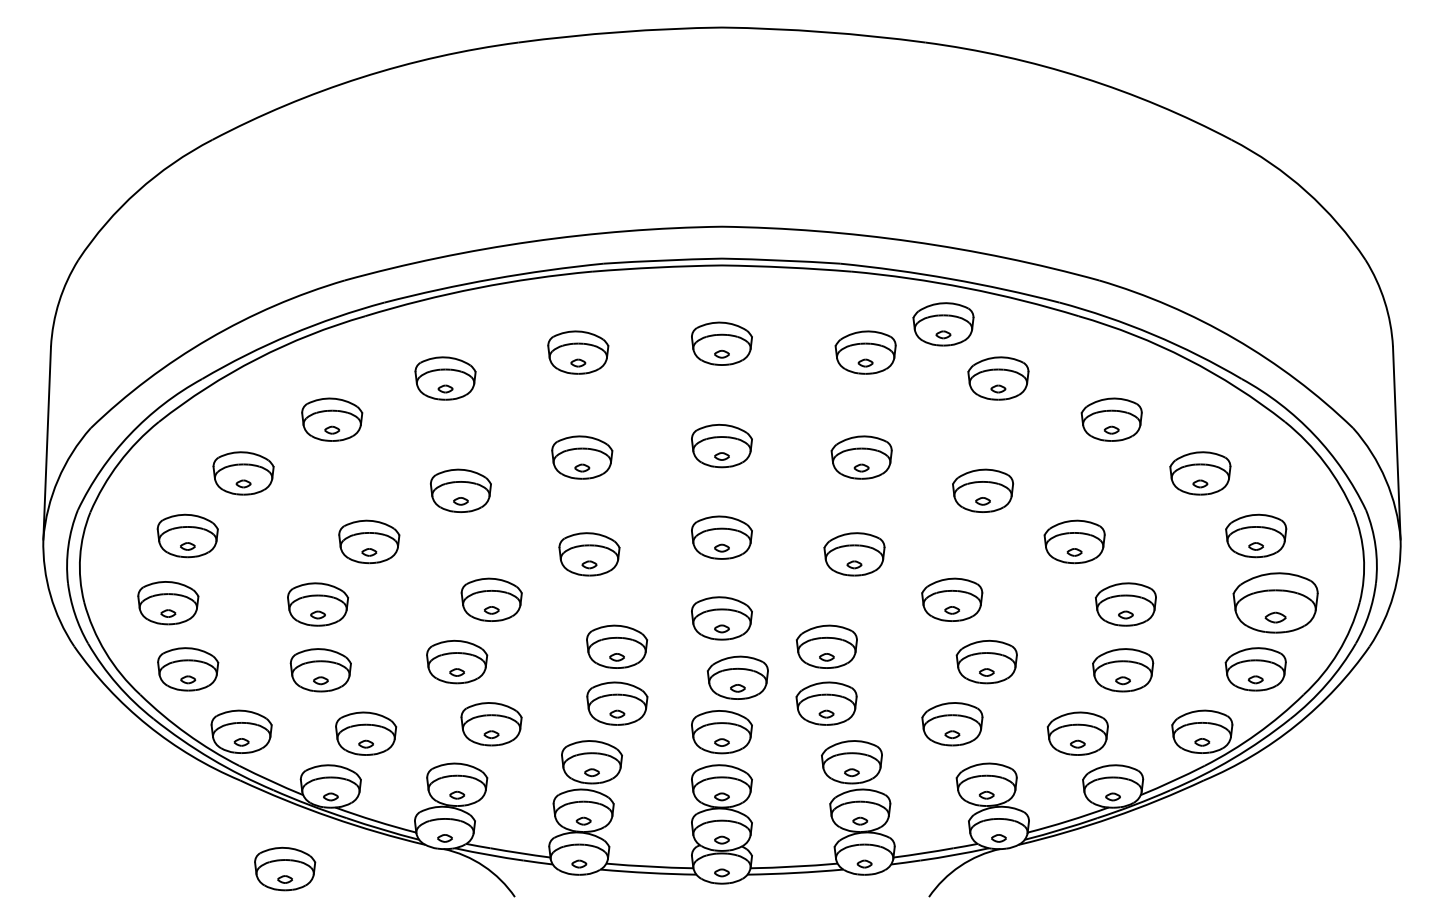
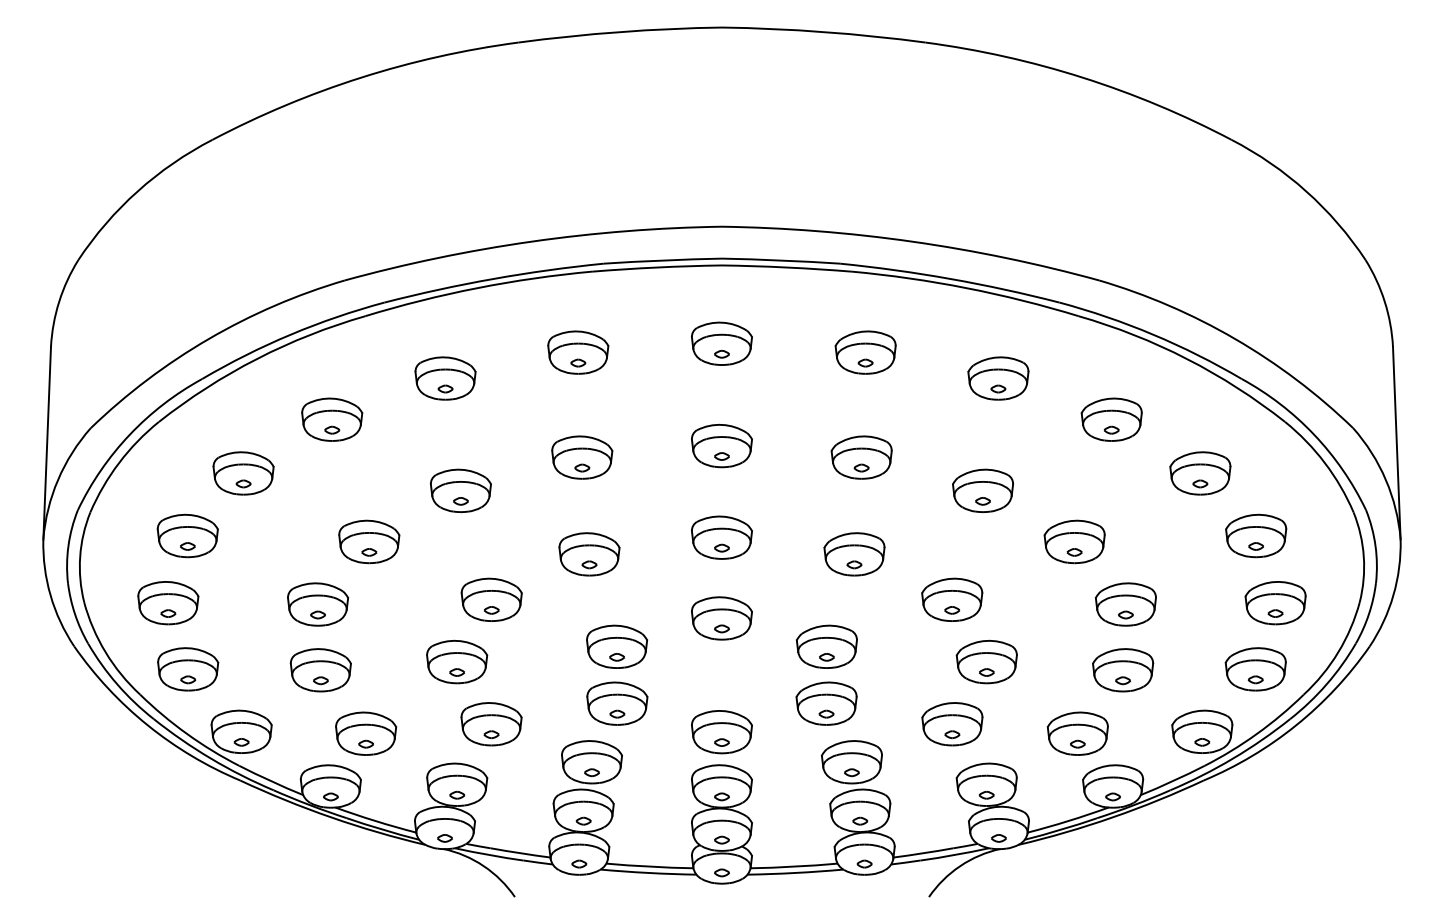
part at (943, 324): present -> none
part at (1275, 602) size: 87x62 px -> 63x45 px
part at (737, 677): present -> none
part at (285, 868): present -> none
